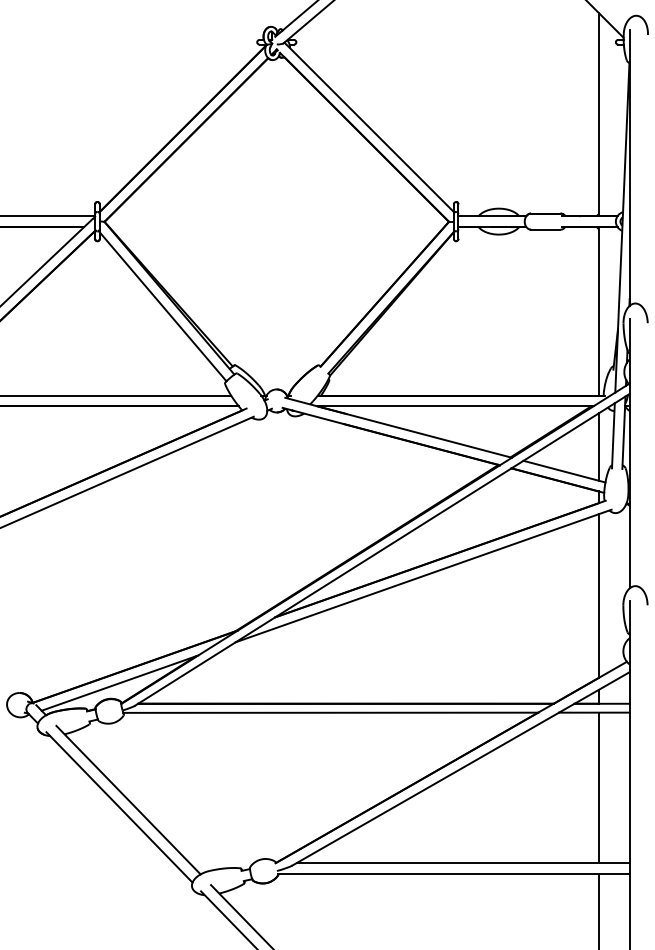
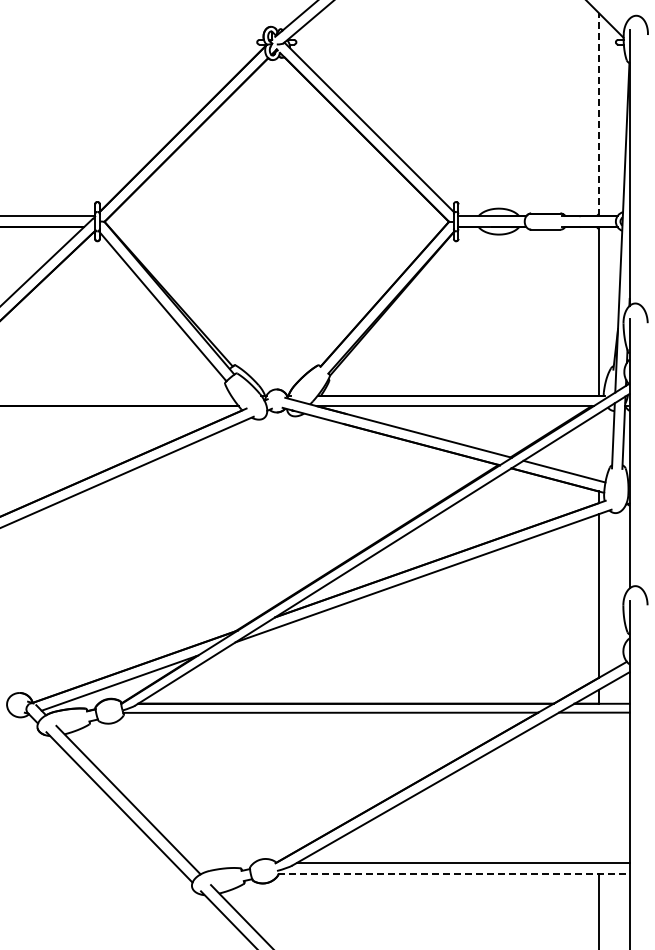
line at (598, 114): solid -> dashed
line at (116, 395): present -> none
line at (598, 446): present -> none
line at (598, 787): present -> none
line at (453, 873): solid -> dashed
